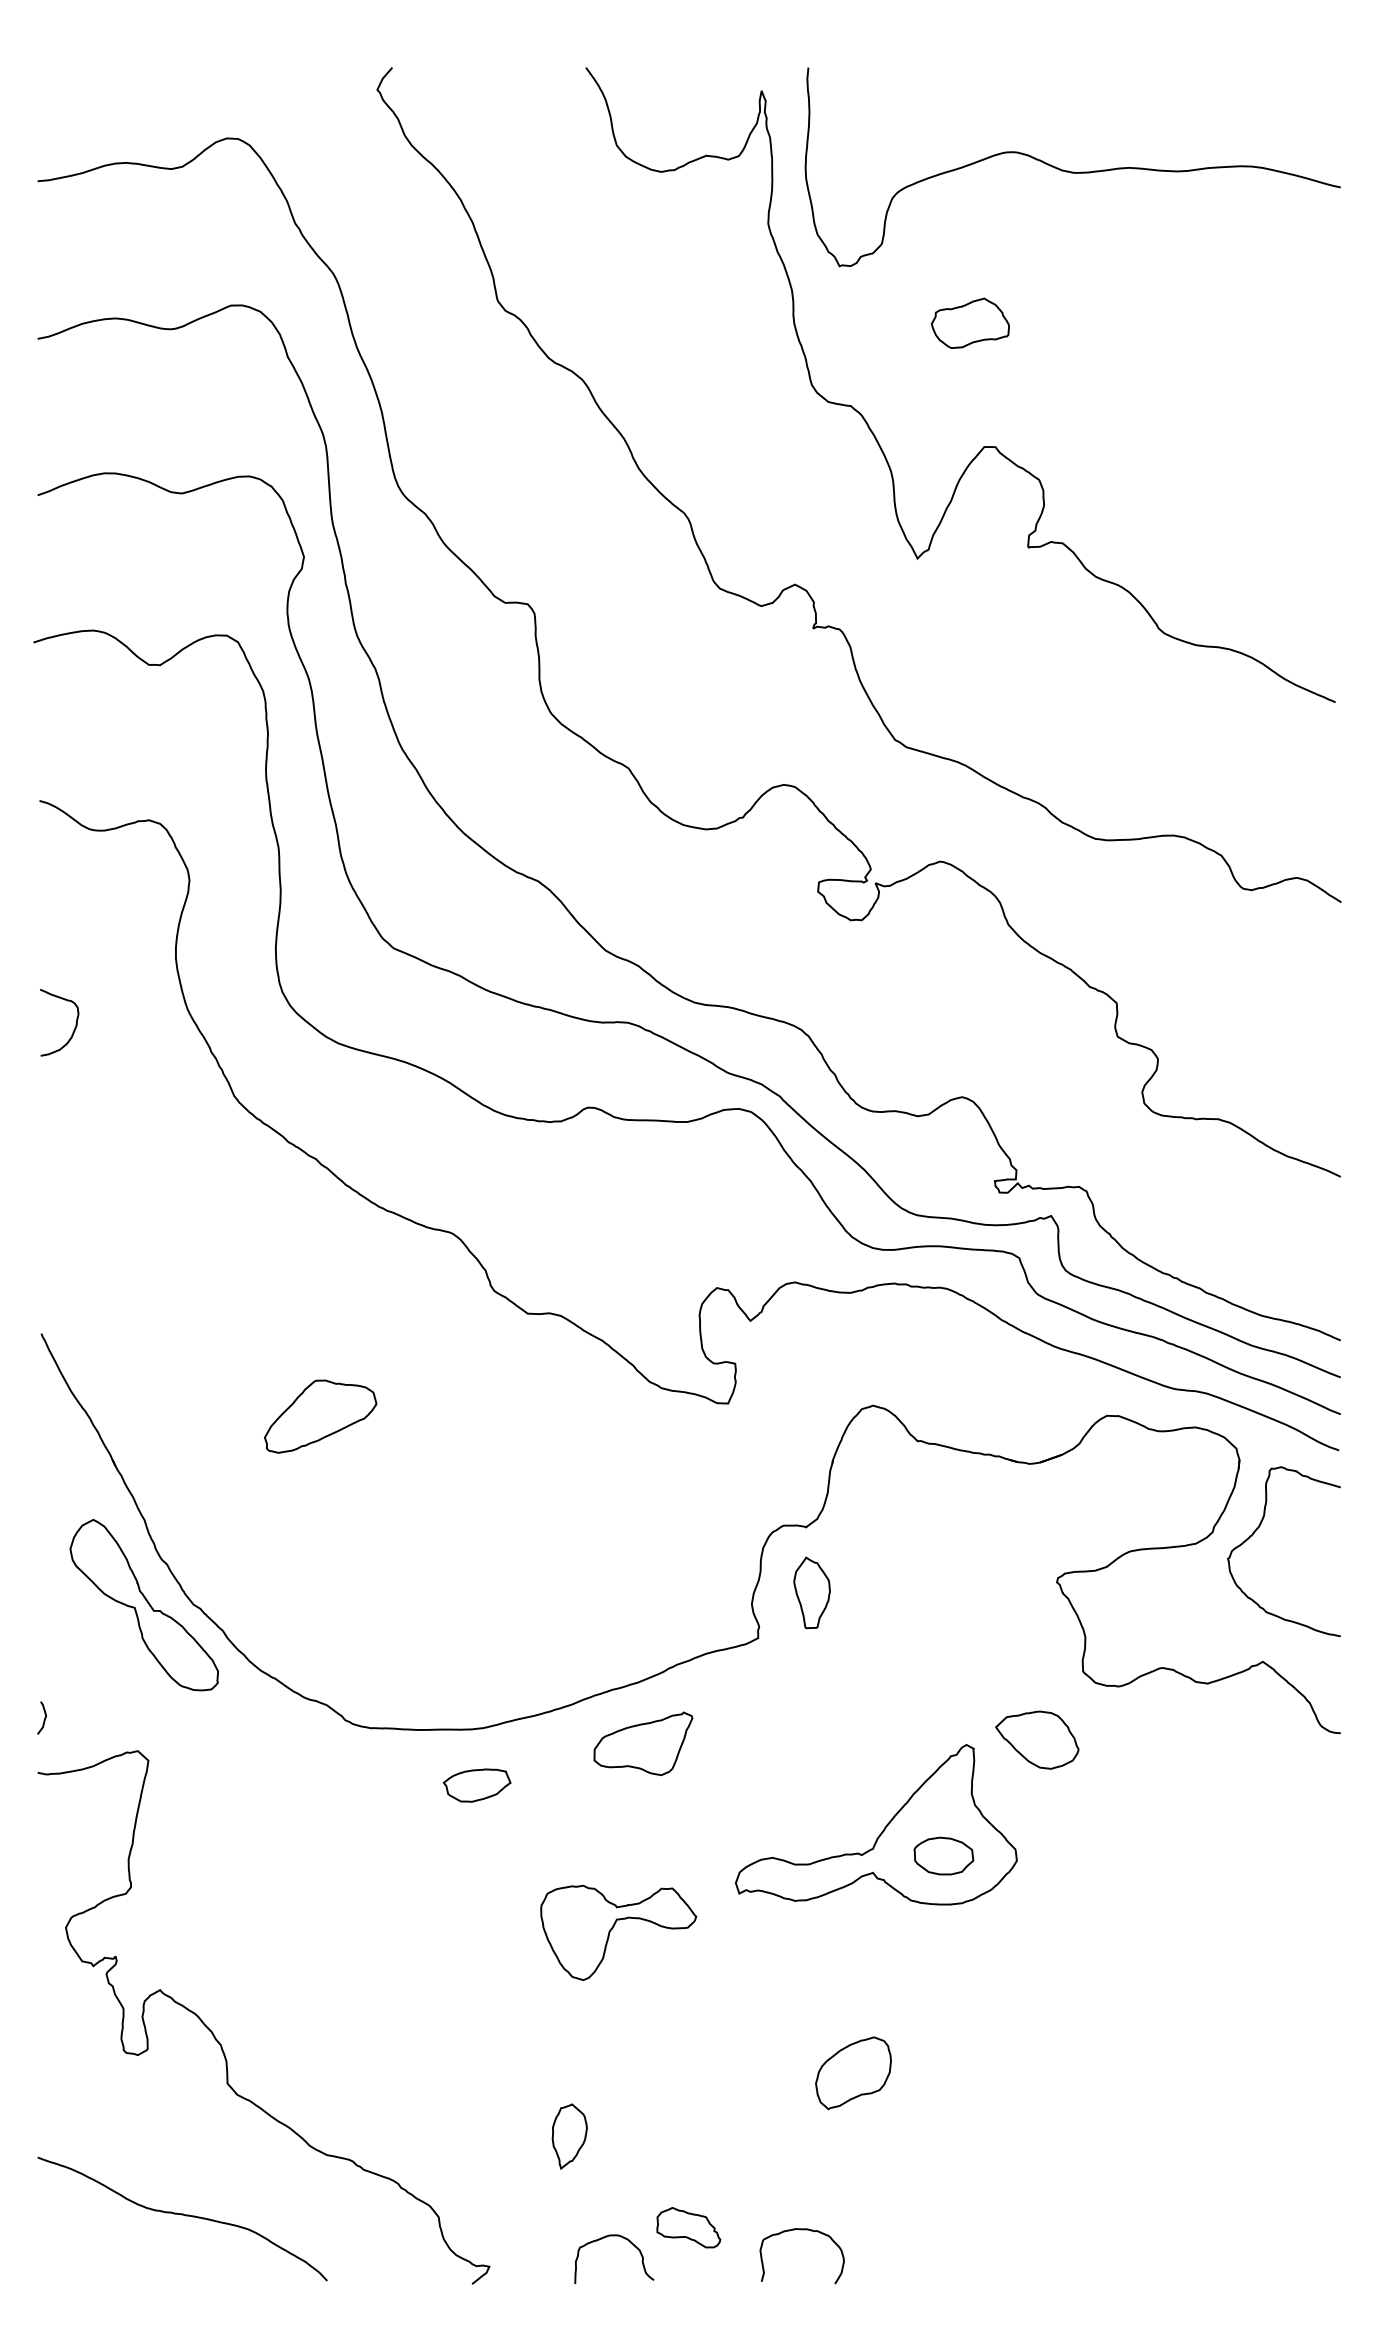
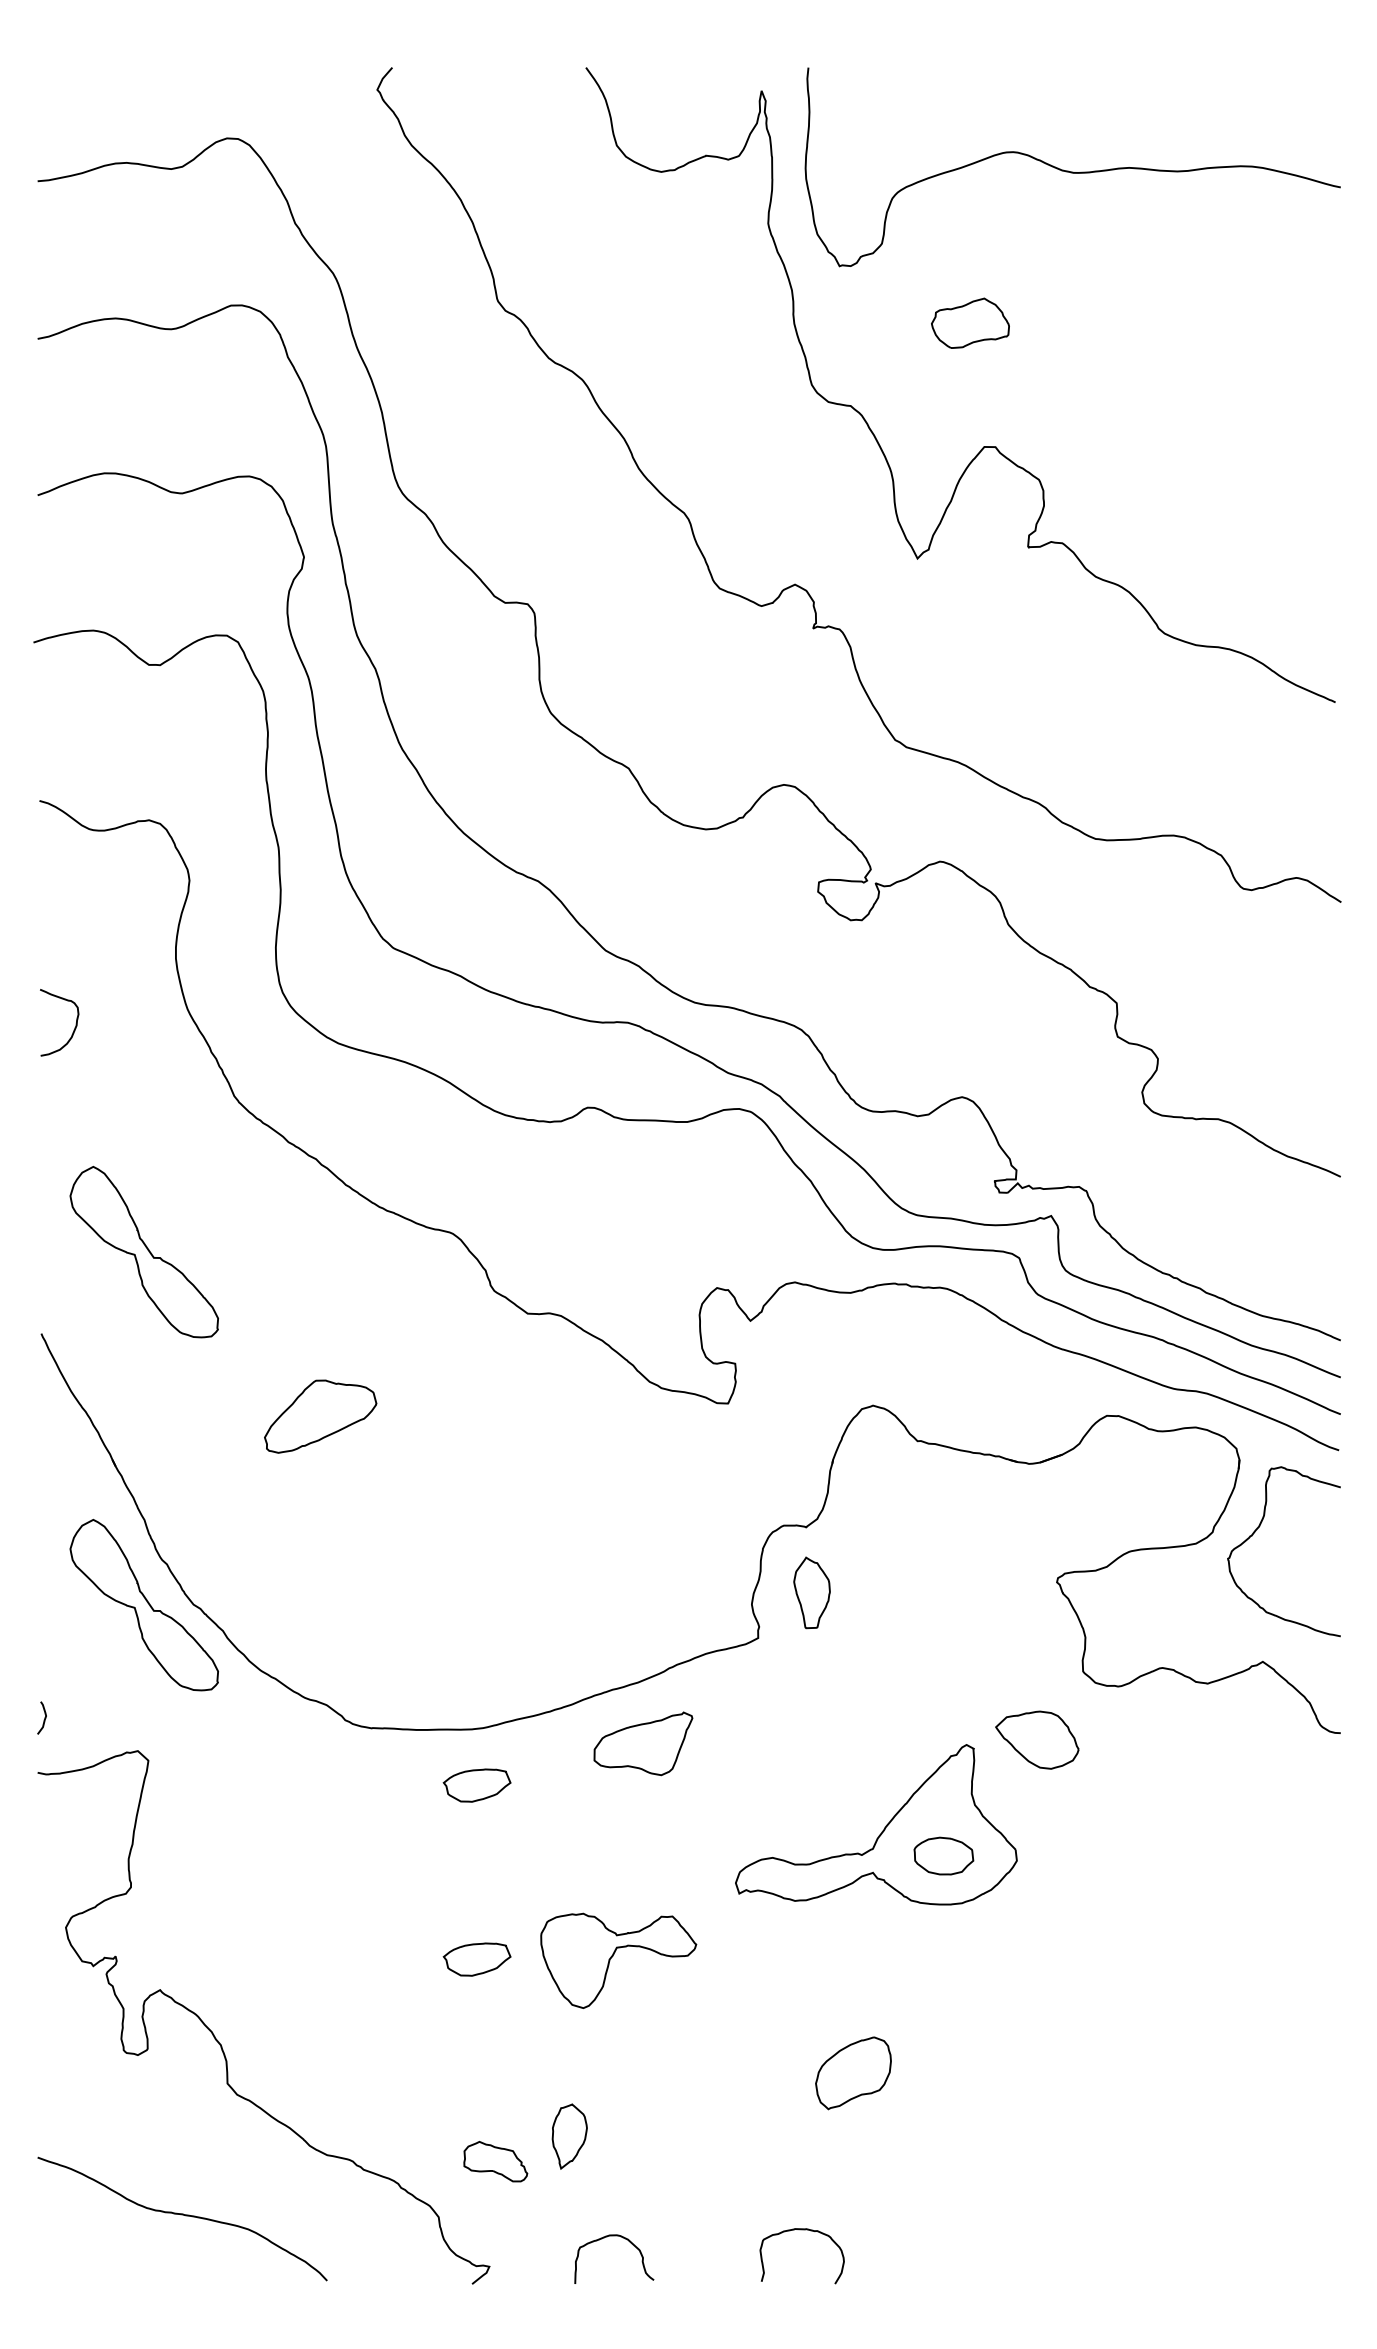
part at (143, 1252): none -> present
part at (613, 1928) position: (613, 1928) -> (613, 1956)
part at (476, 1959): none -> present
part at (688, 2227) position: (688, 2227) -> (495, 2161)
